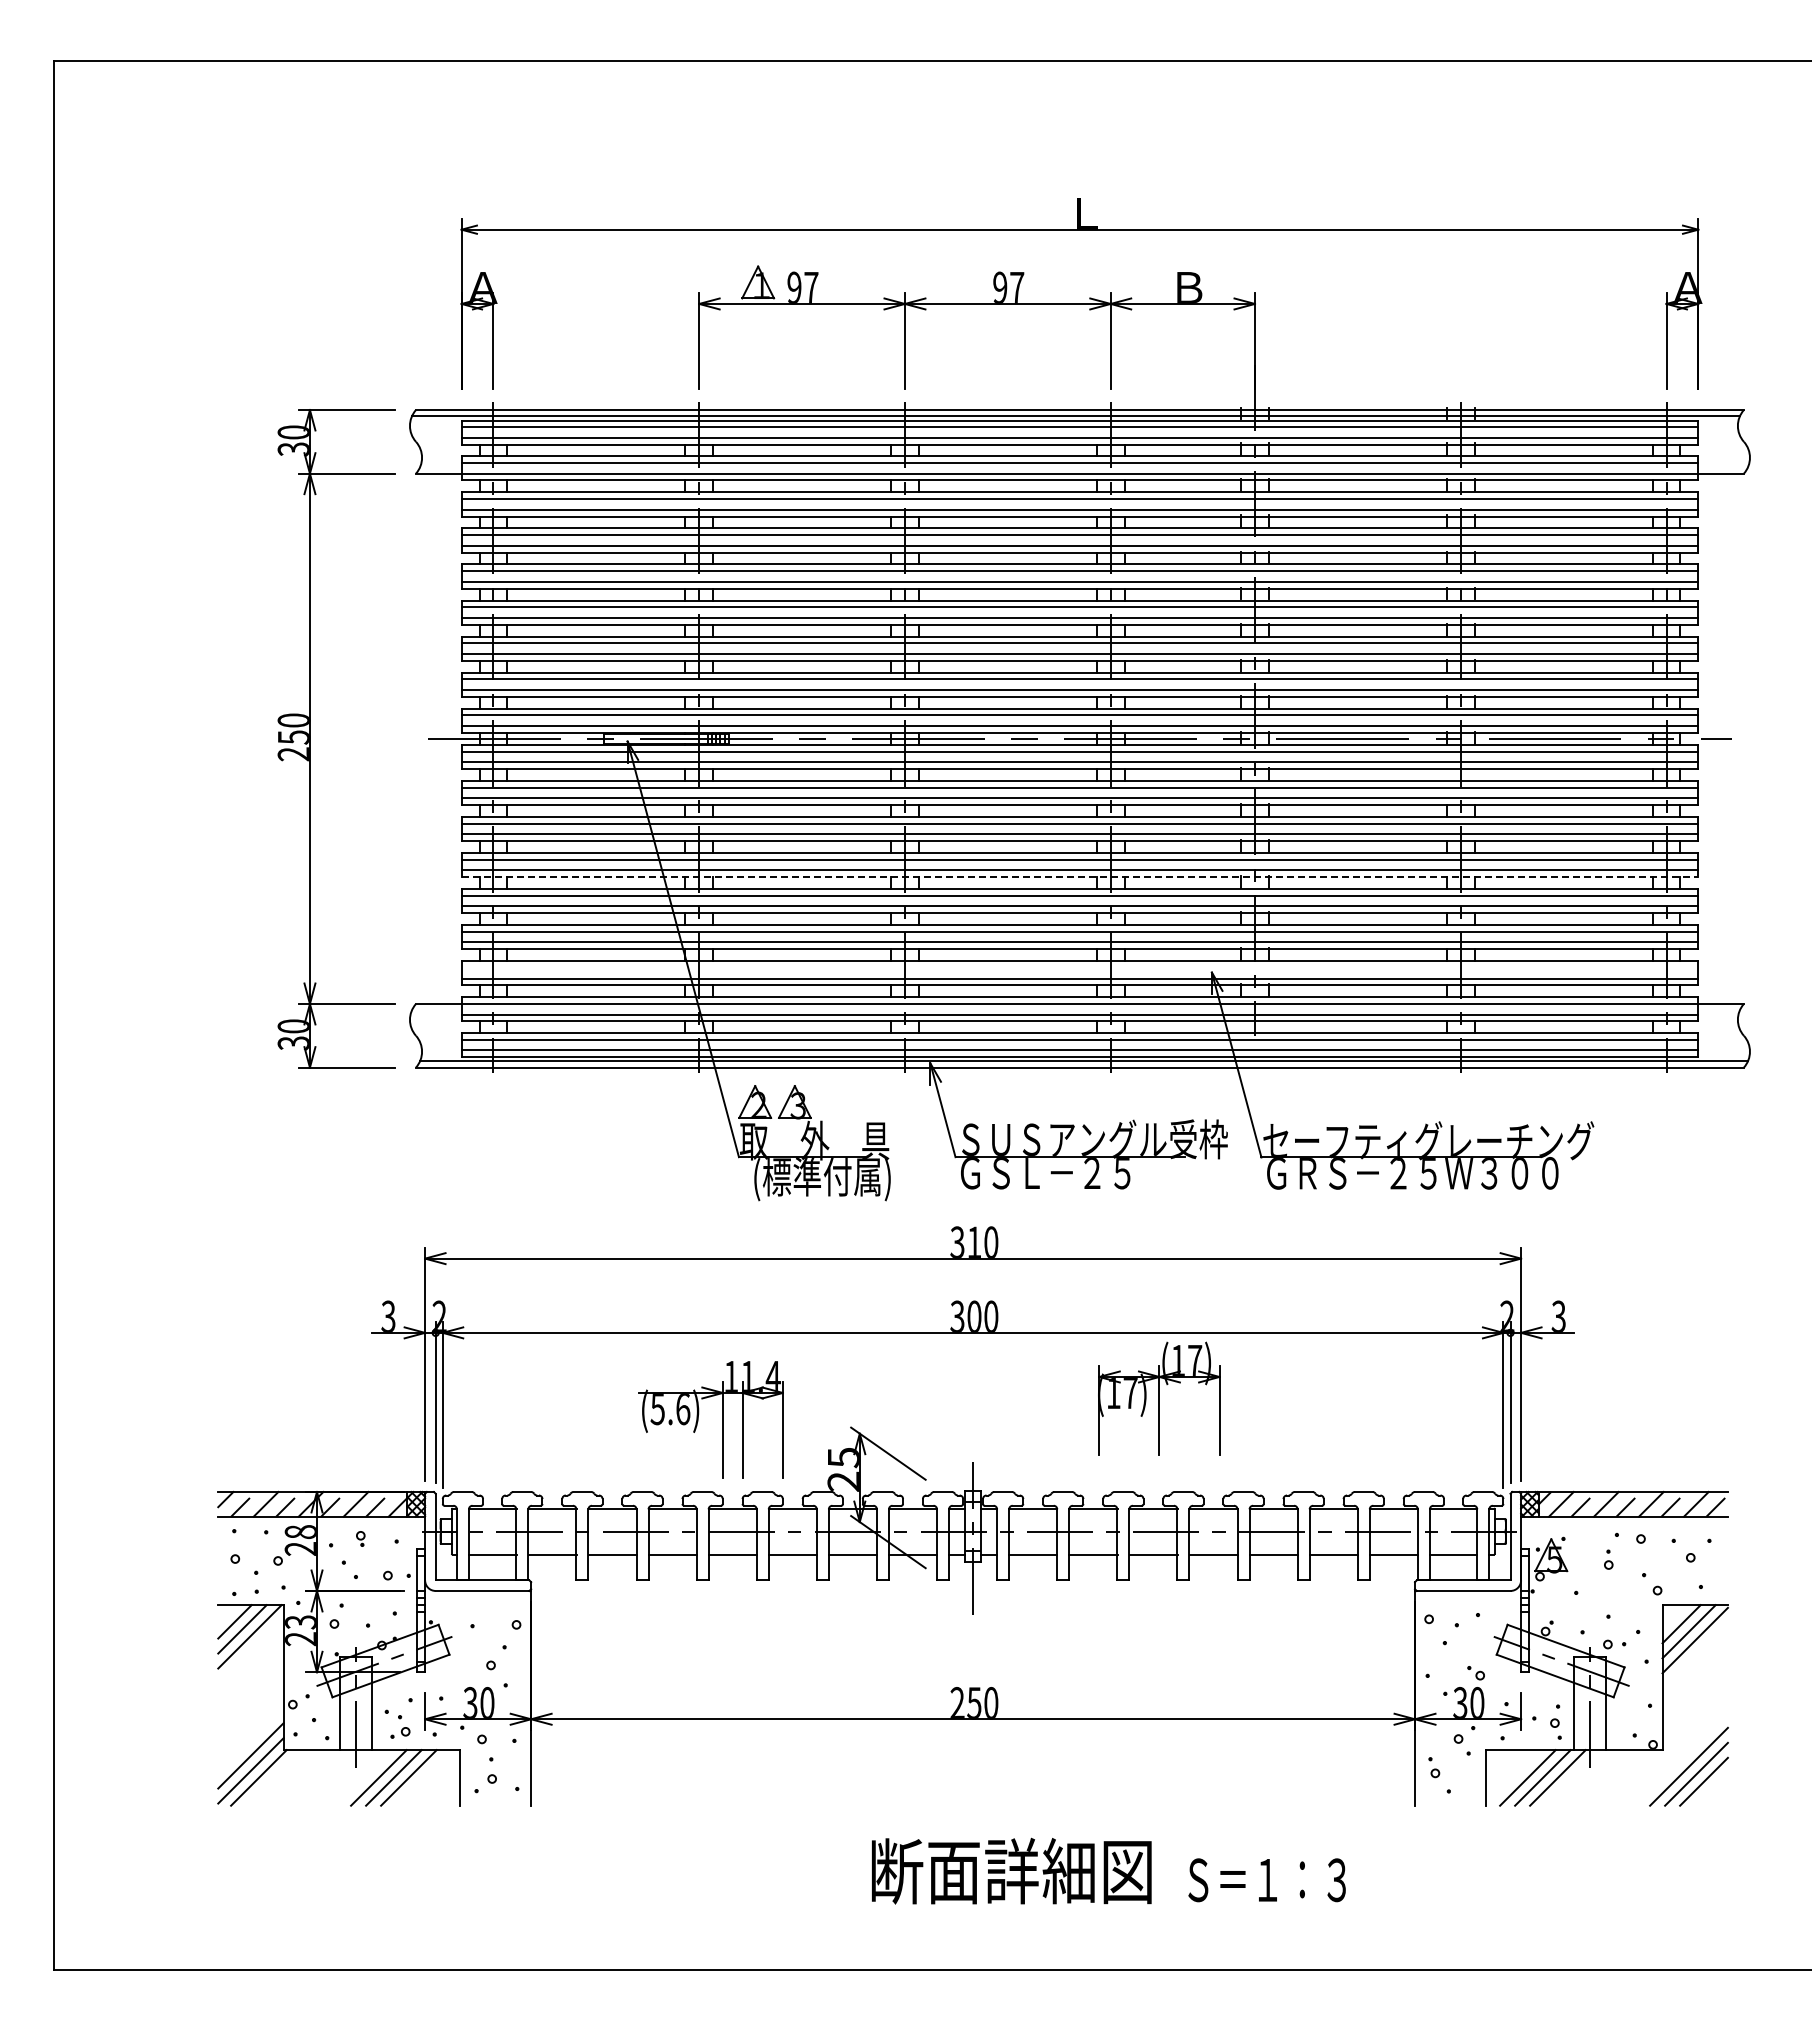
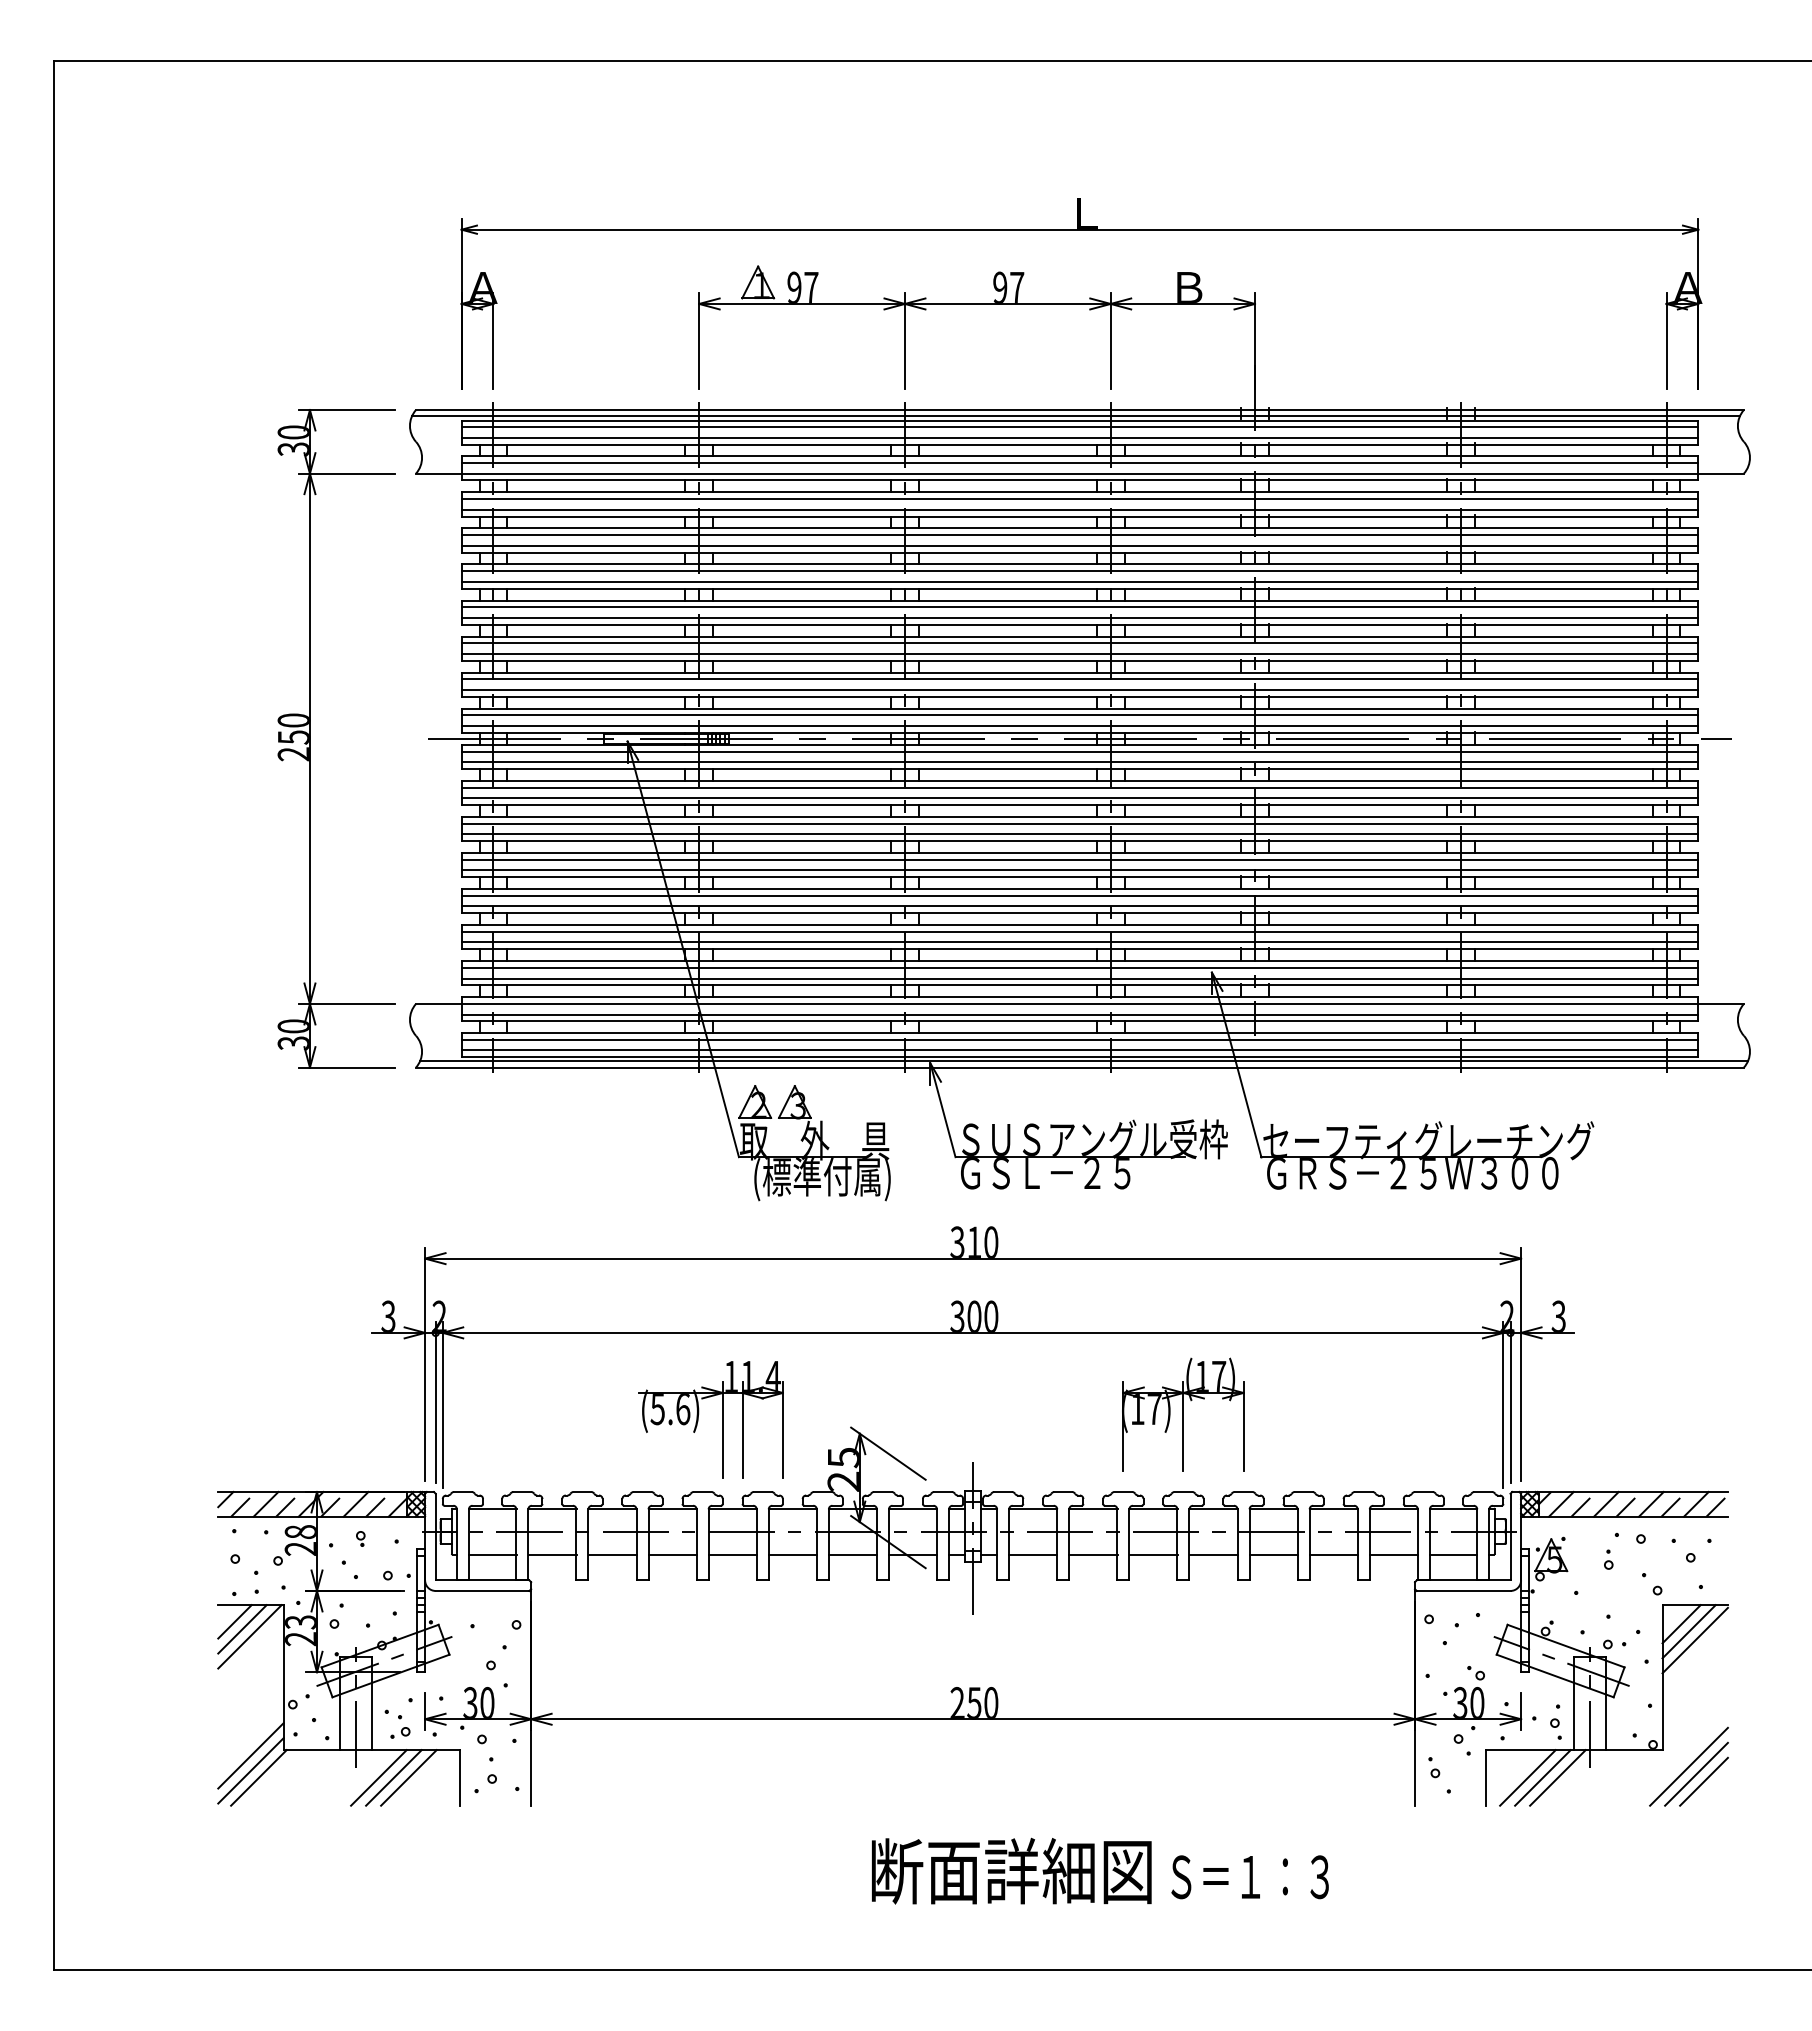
line at (1080, 877): dashed -> solid
line at (1079, 967): none -> present
part at (1159, 1398) position: (1159, 1398) -> (1183, 1414)
text at (1266, 1880) position: (1266, 1880) -> (1249, 1877)
